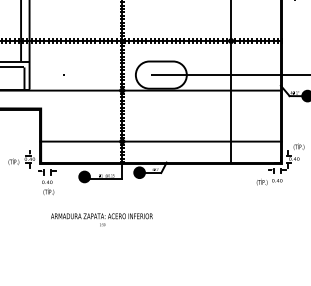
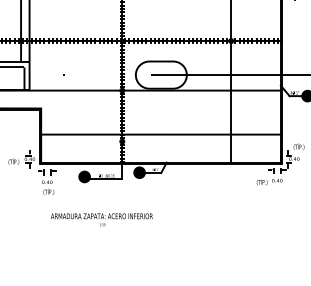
line at (160, 141) position: (160, 141) -> (160, 134)
